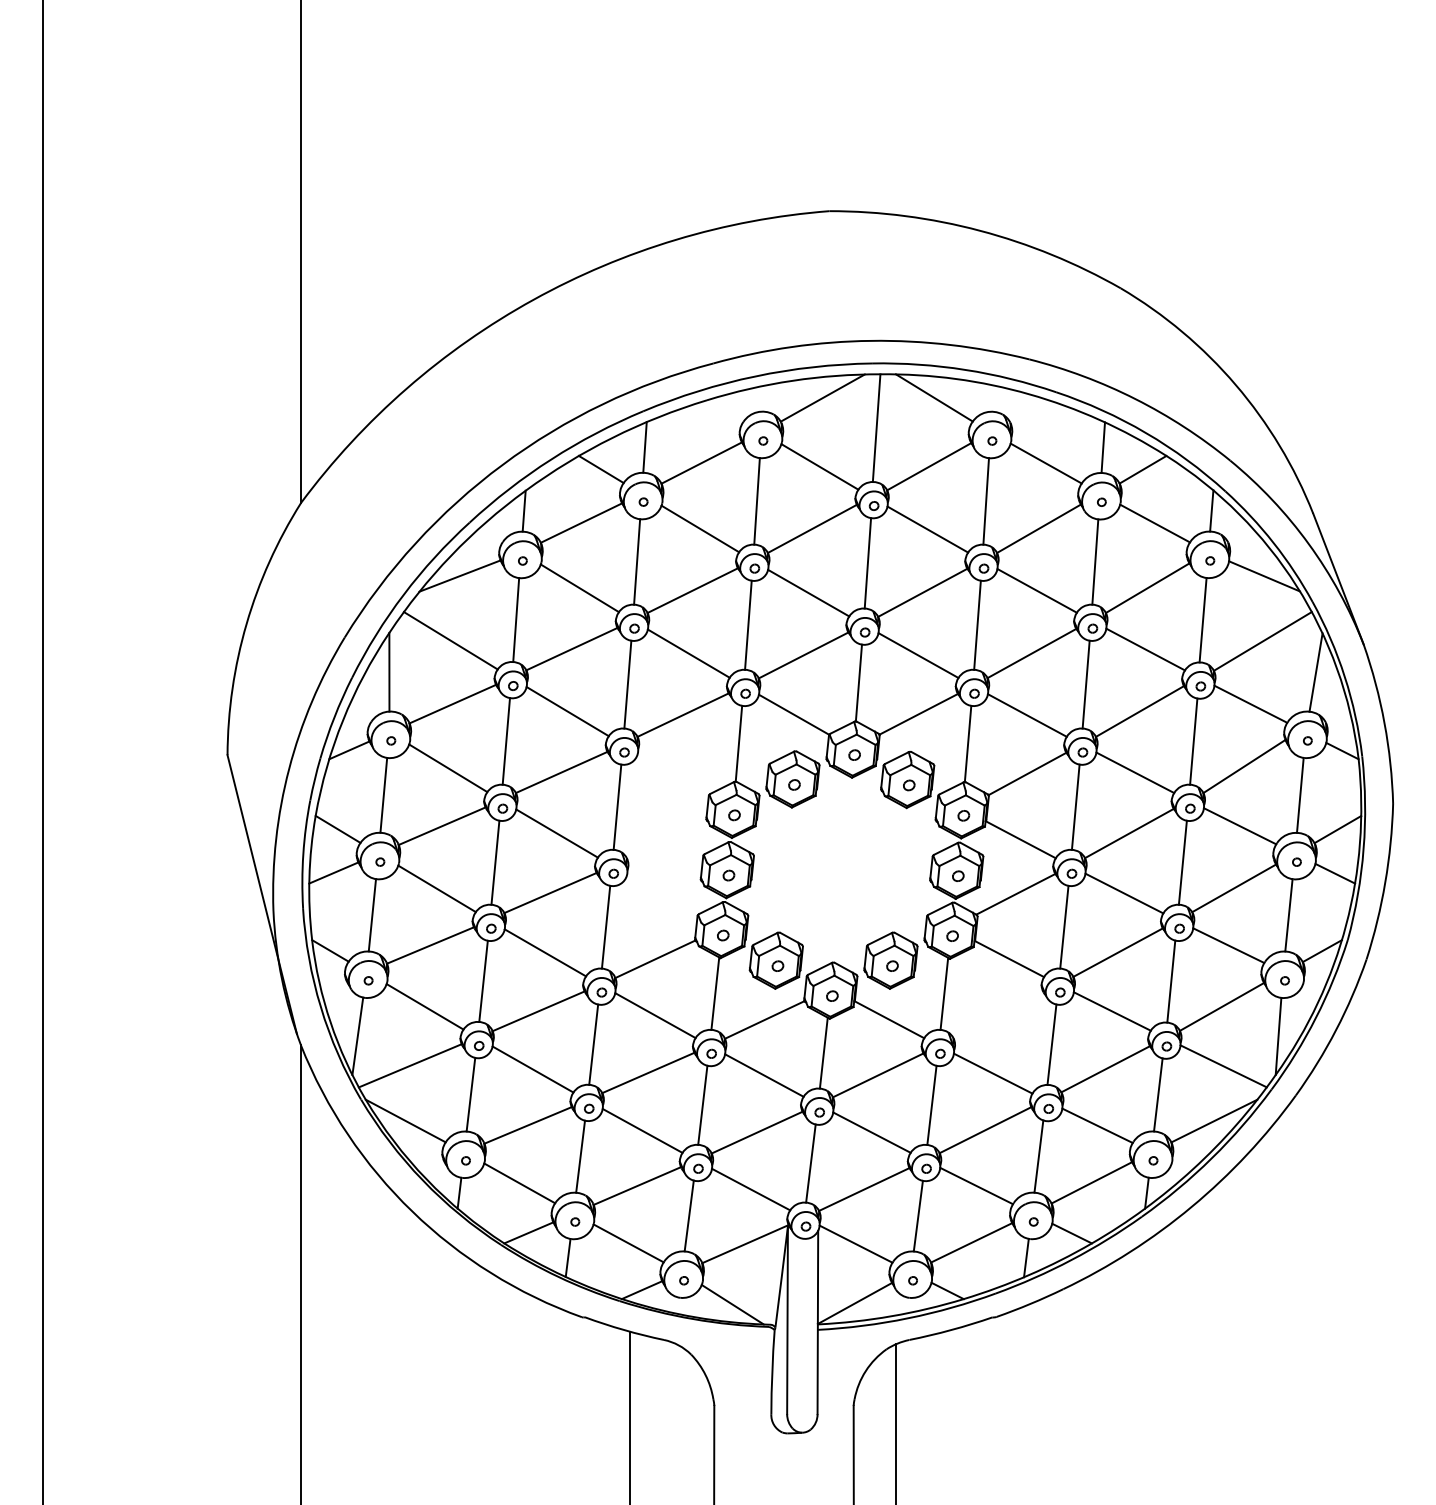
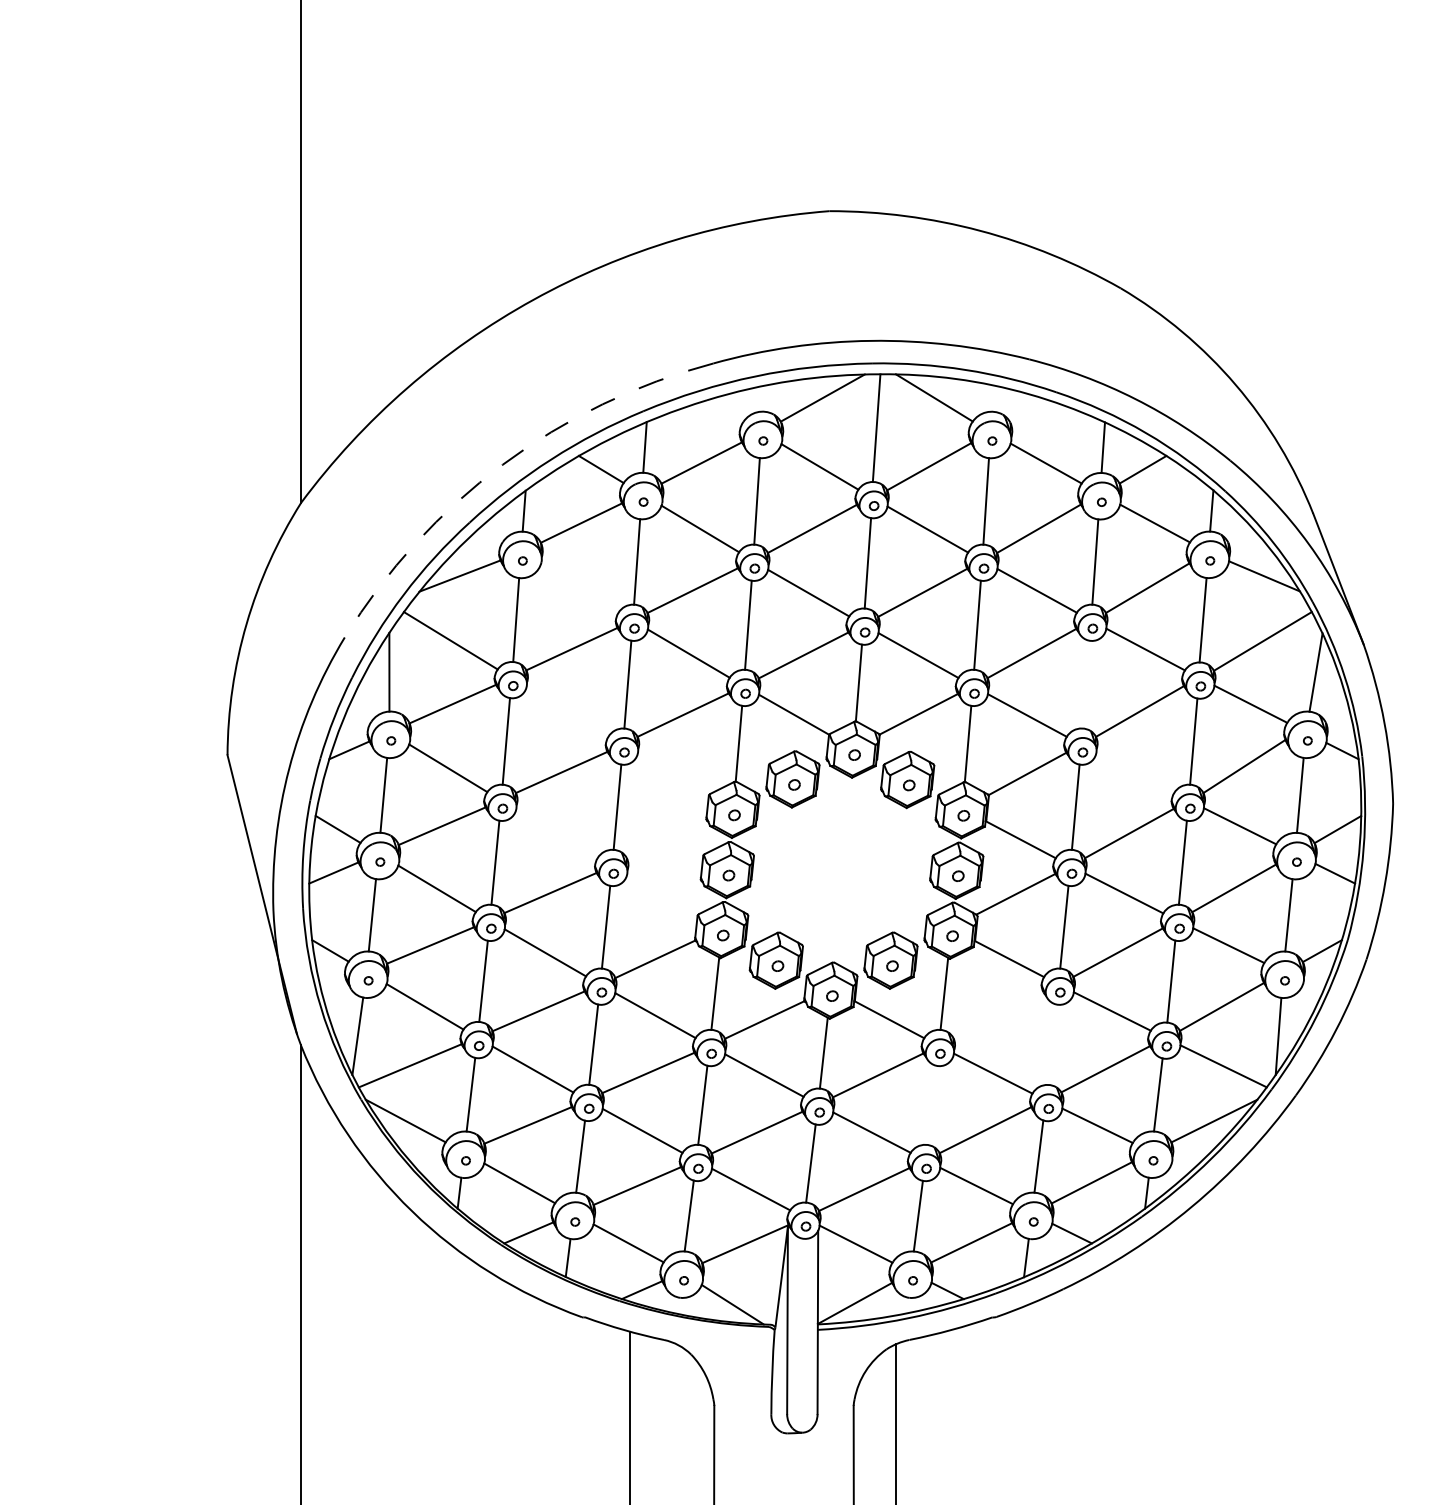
arc at (502, 464): solid -> dashed
line at (579, 588): present -> none
line at (1085, 684): present -> none
line at (567, 711): present -> none
line at (42, 751): present -> none
line at (1135, 772): present -> none
line at (556, 833): present -> none
line at (1051, 1044): present -> none
line at (931, 1104): present -> none
